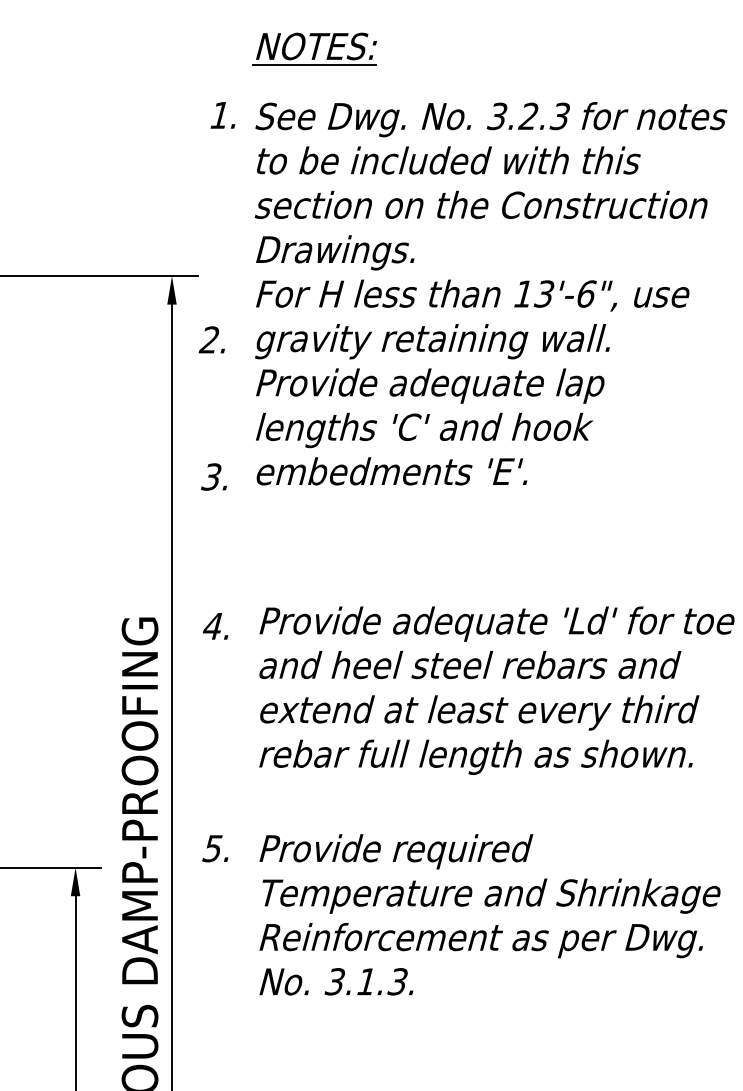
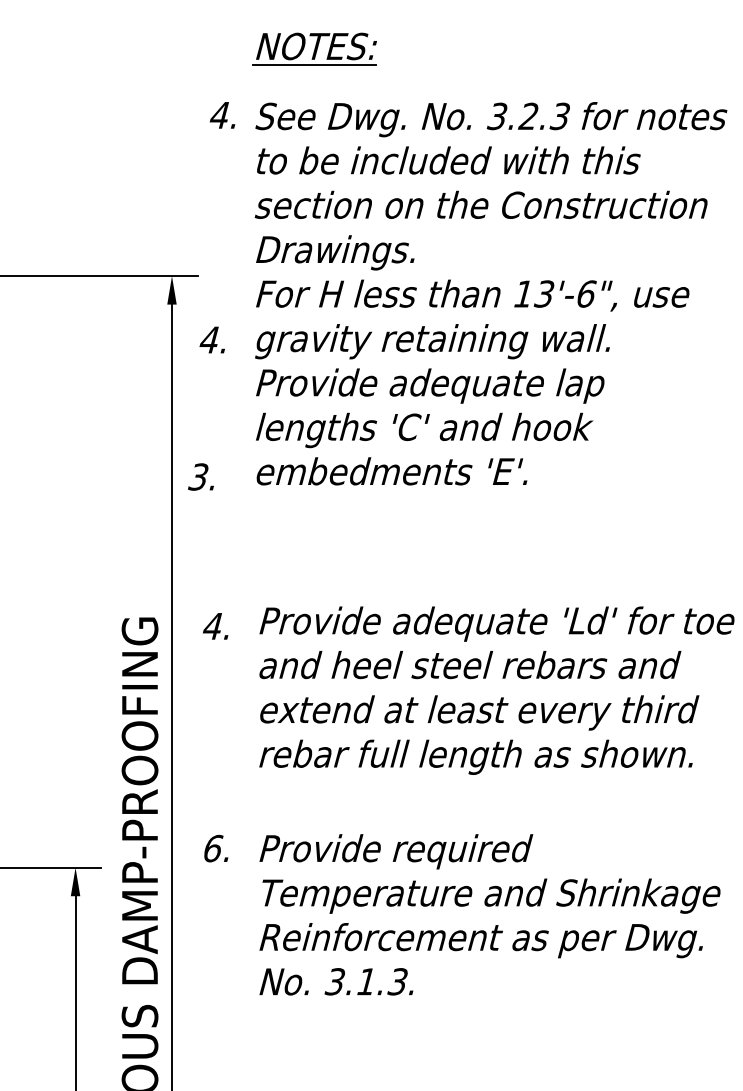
text at (218, 115): 1. -> 4.
text at (208, 339): 2. -> 4.
text at (213, 476) position: (213, 476) -> (200, 476)
text at (212, 848): 5. -> 6.
